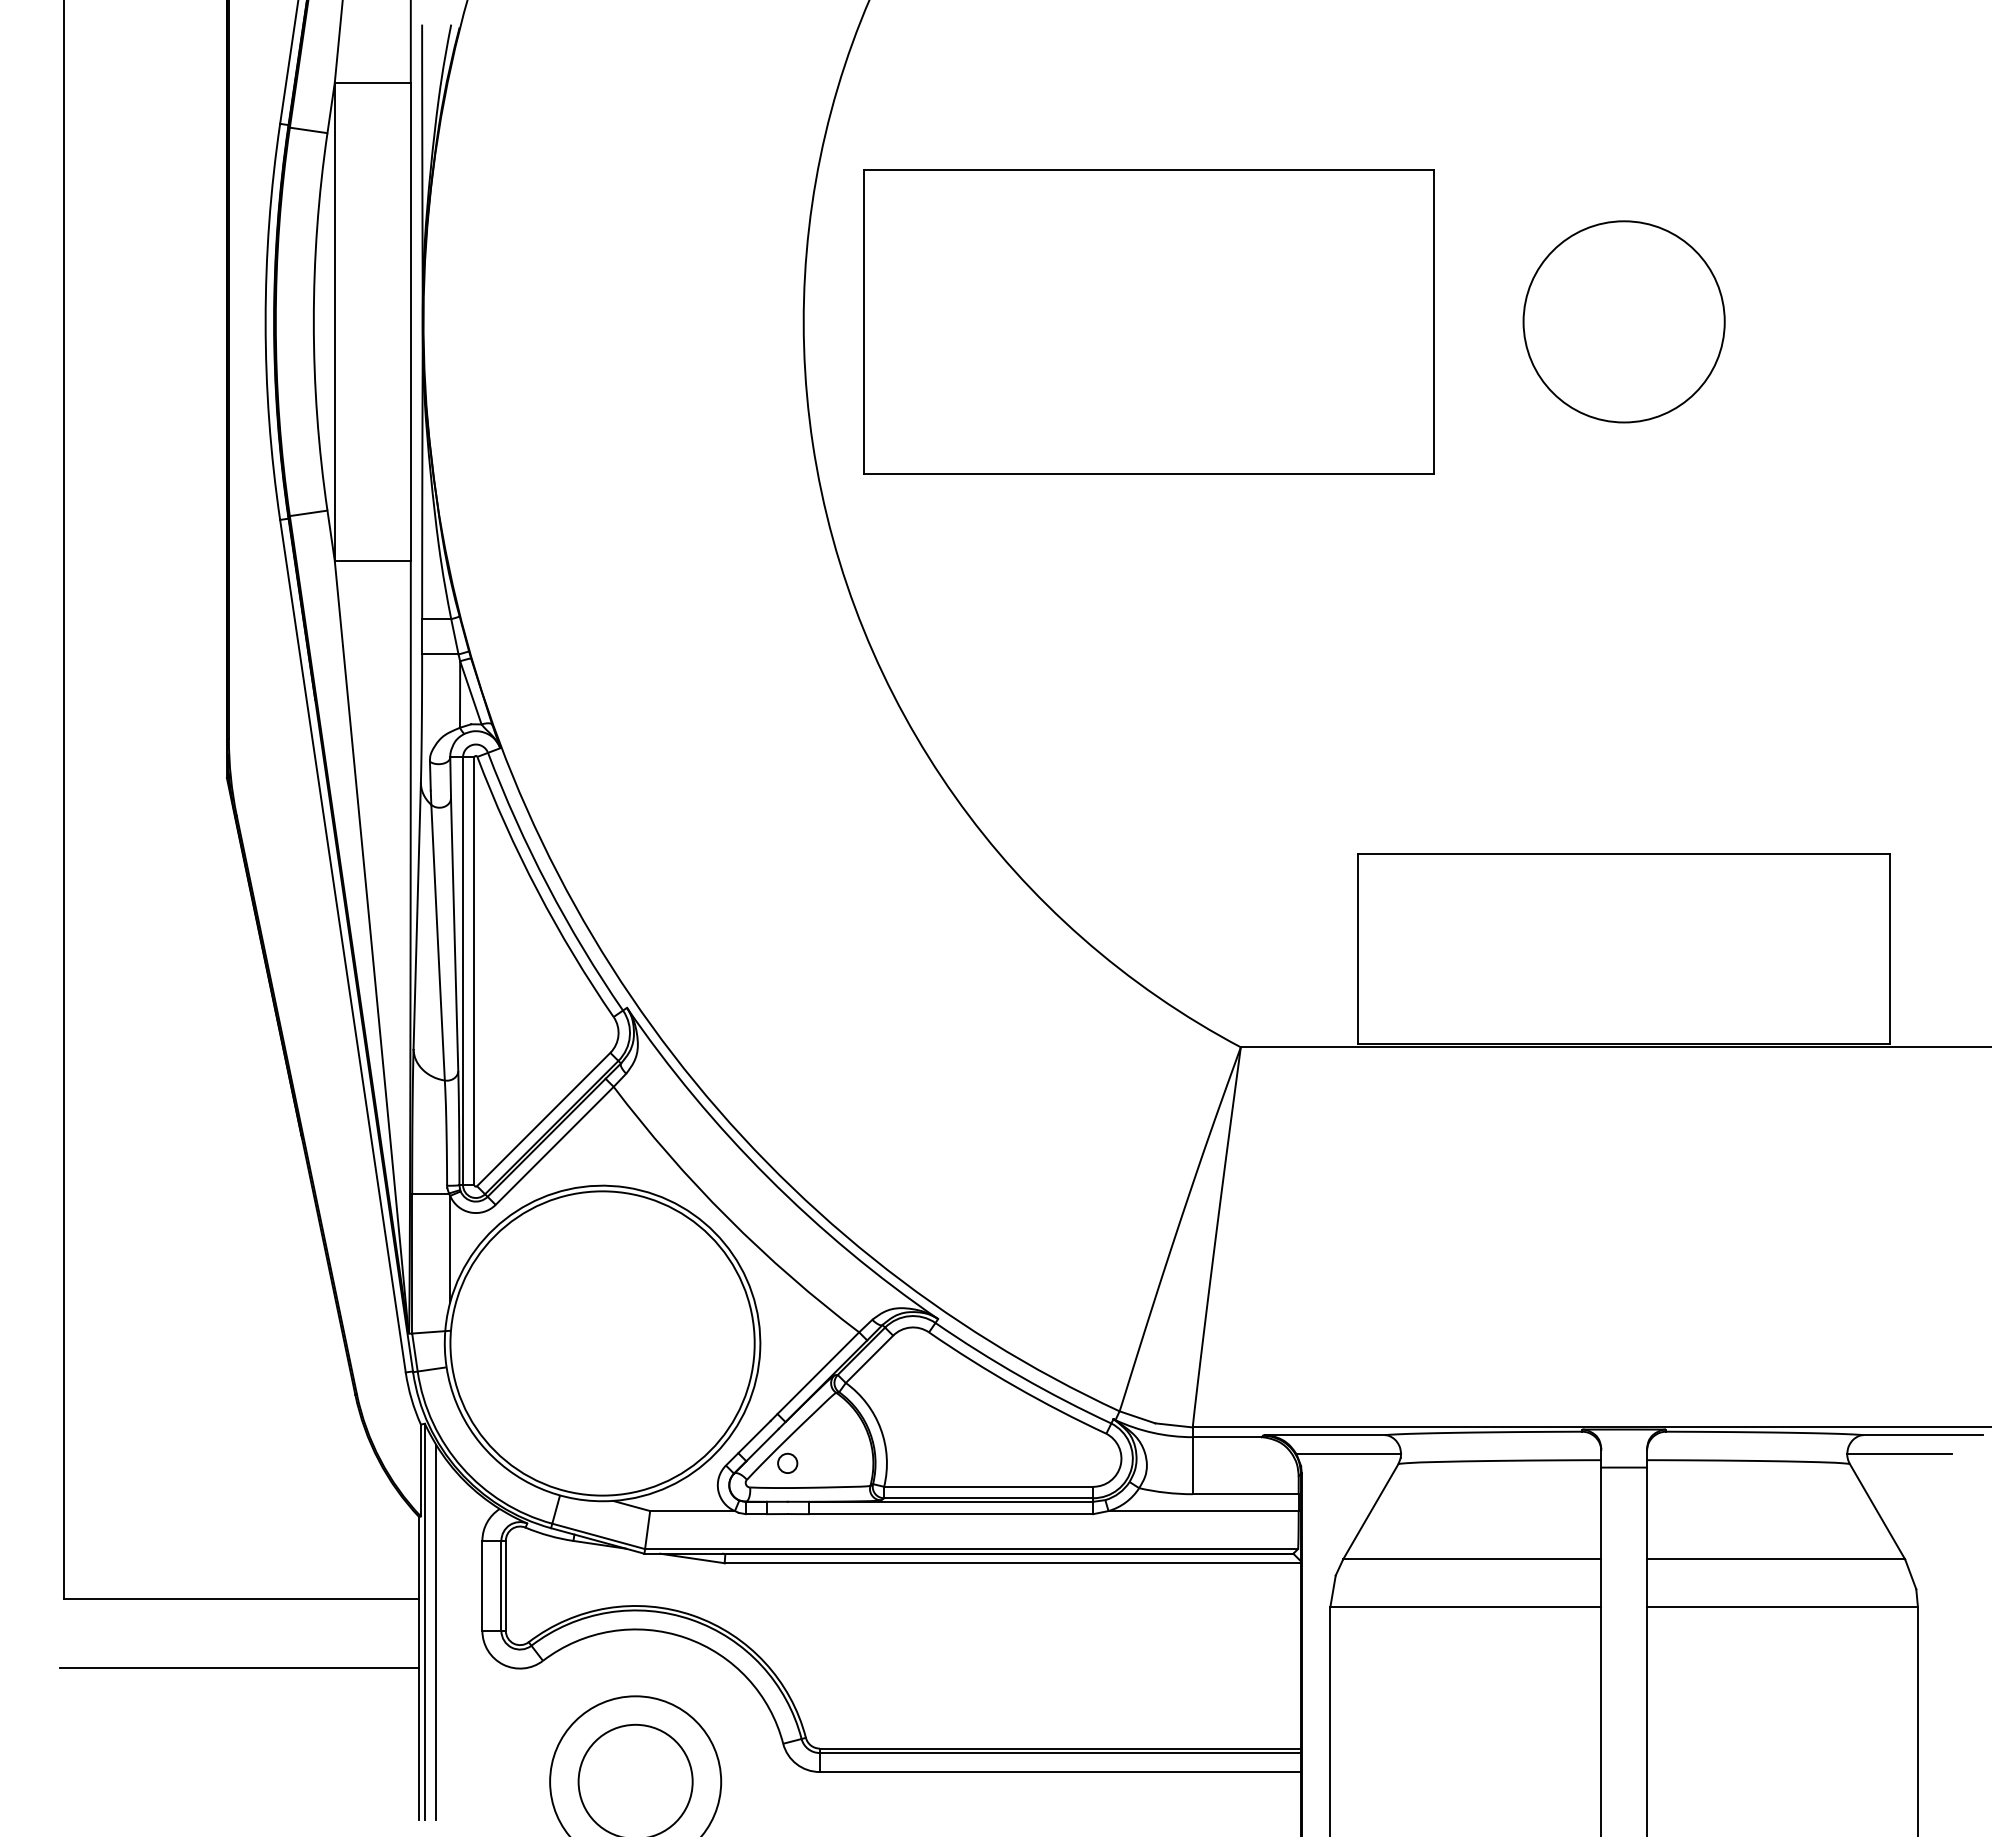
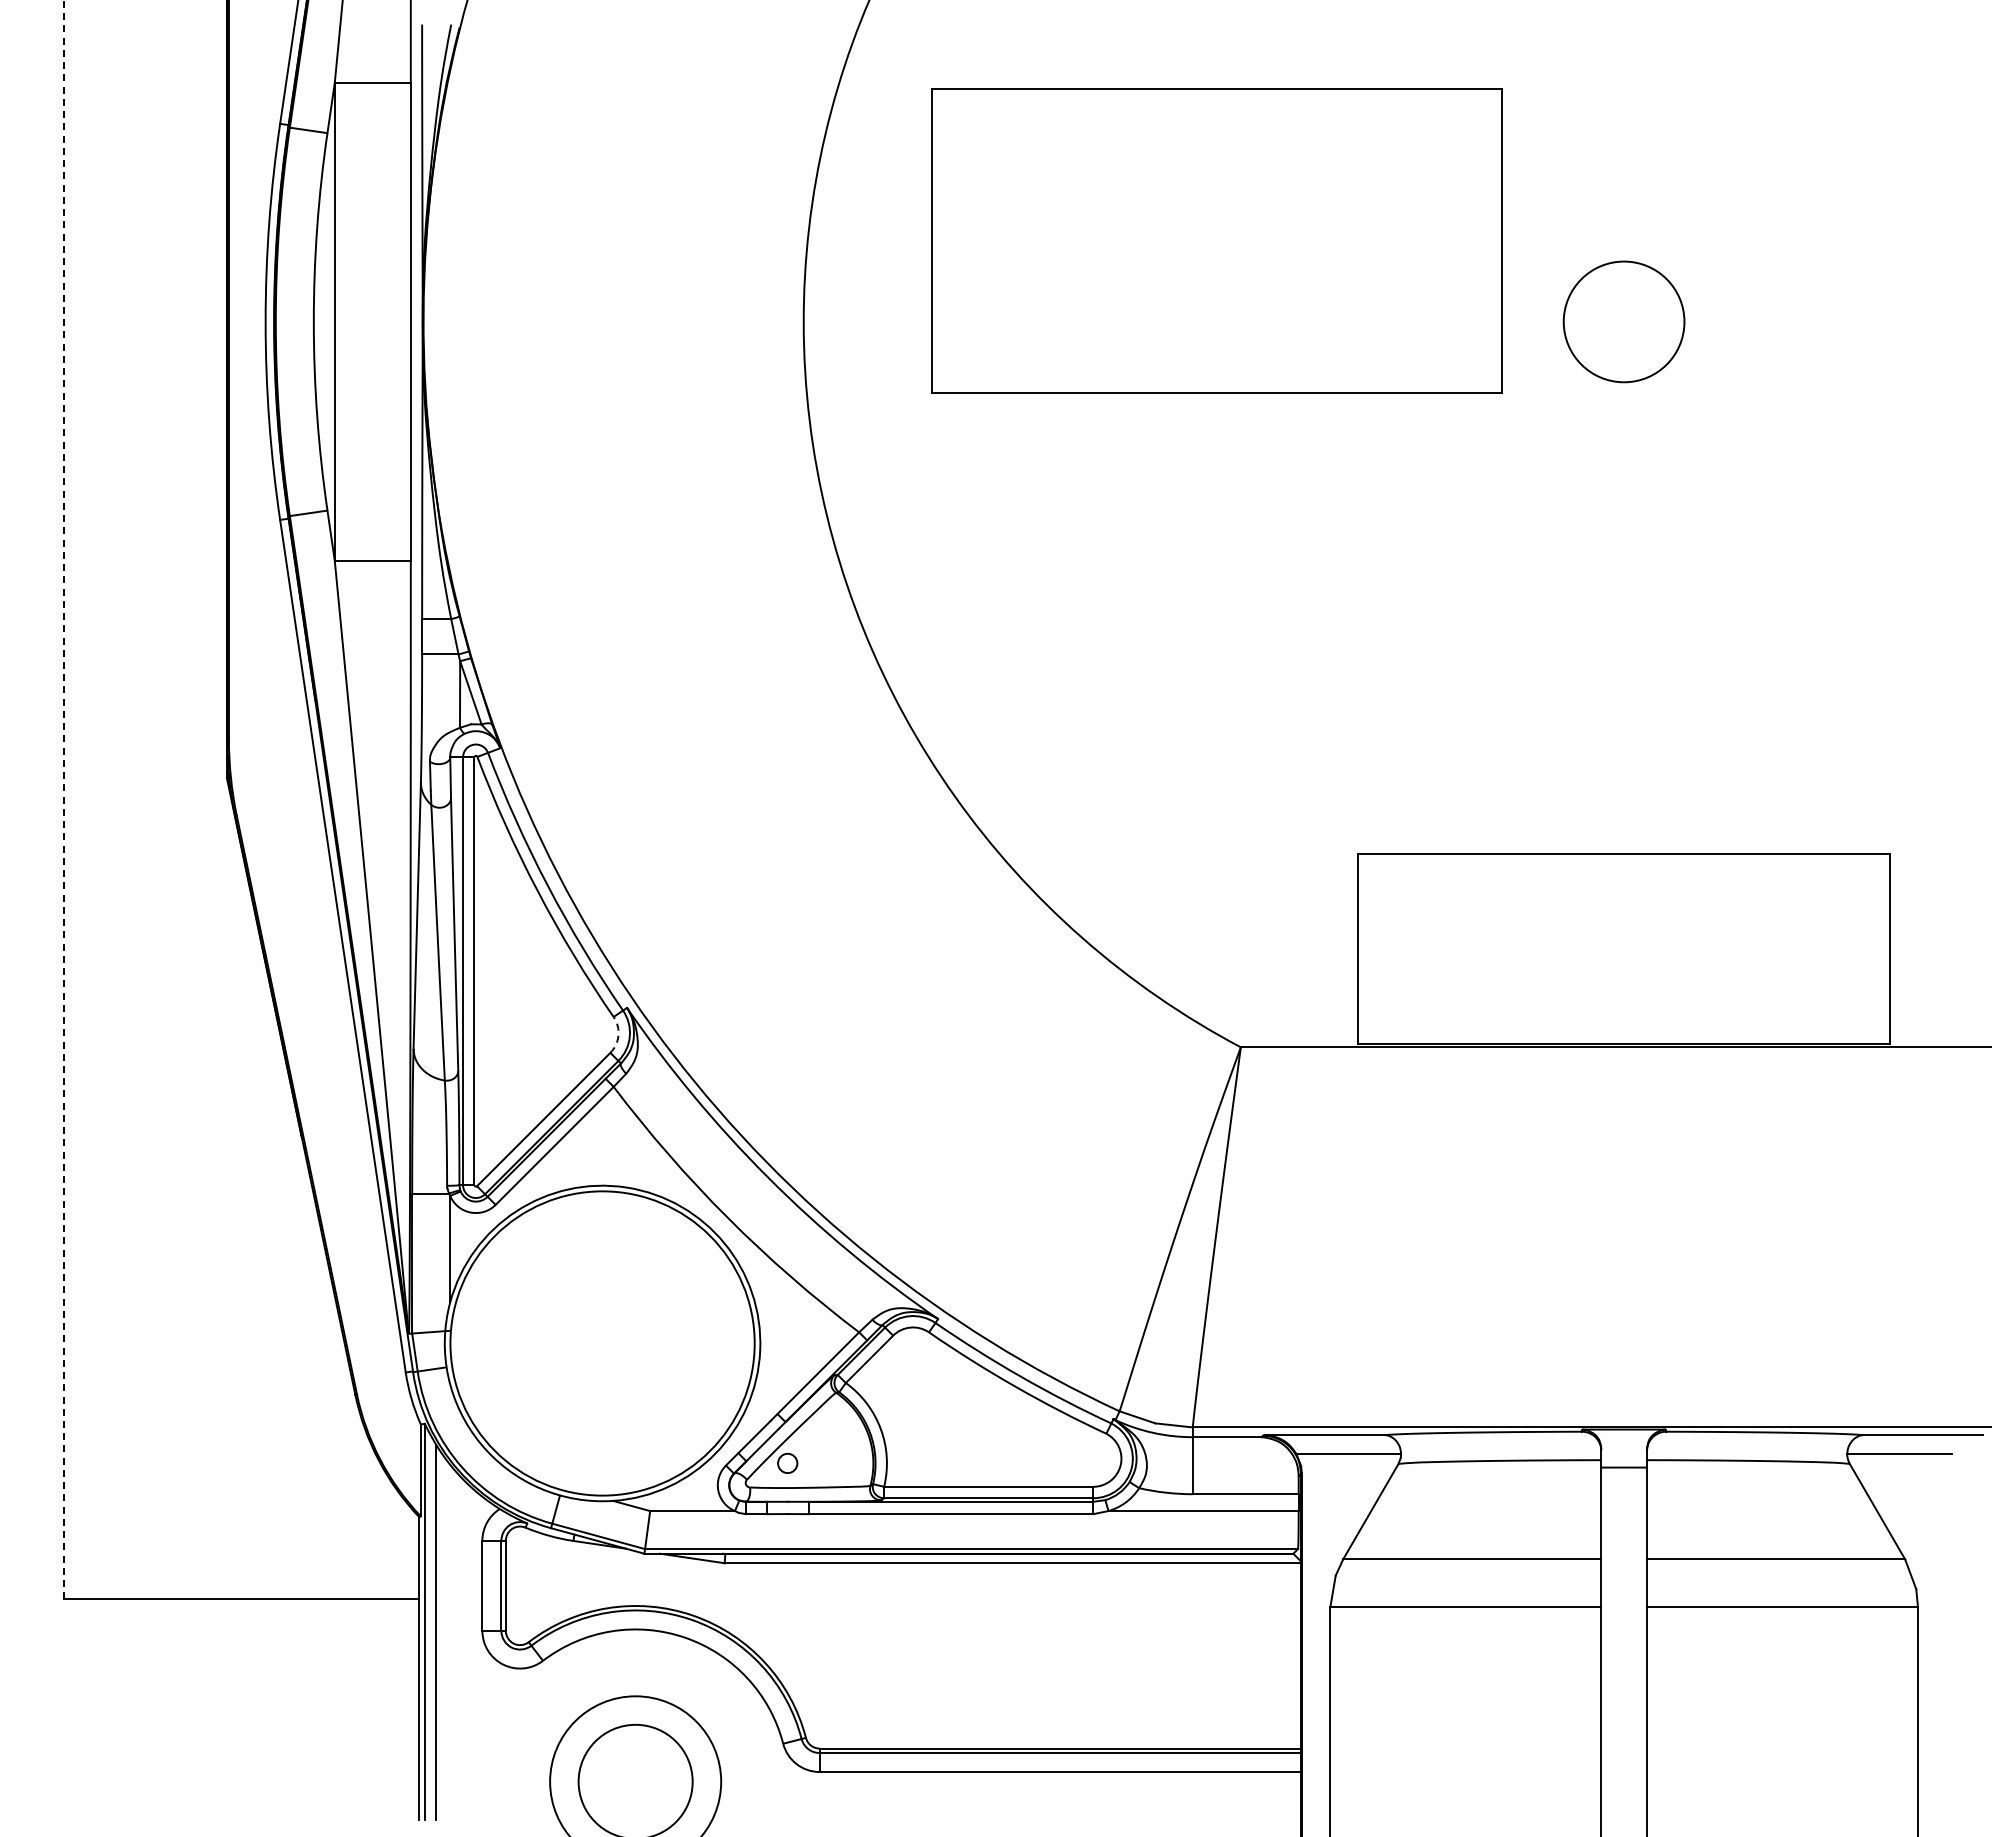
part at (1148, 321) position: (1148, 321) -> (1216, 240)
circle at (1623, 321) size: 204x204 px -> 124x124 px
line at (63, 799): solid -> dashed
arc at (618, 1035): solid -> dashed
line at (239, 1667): present -> none
